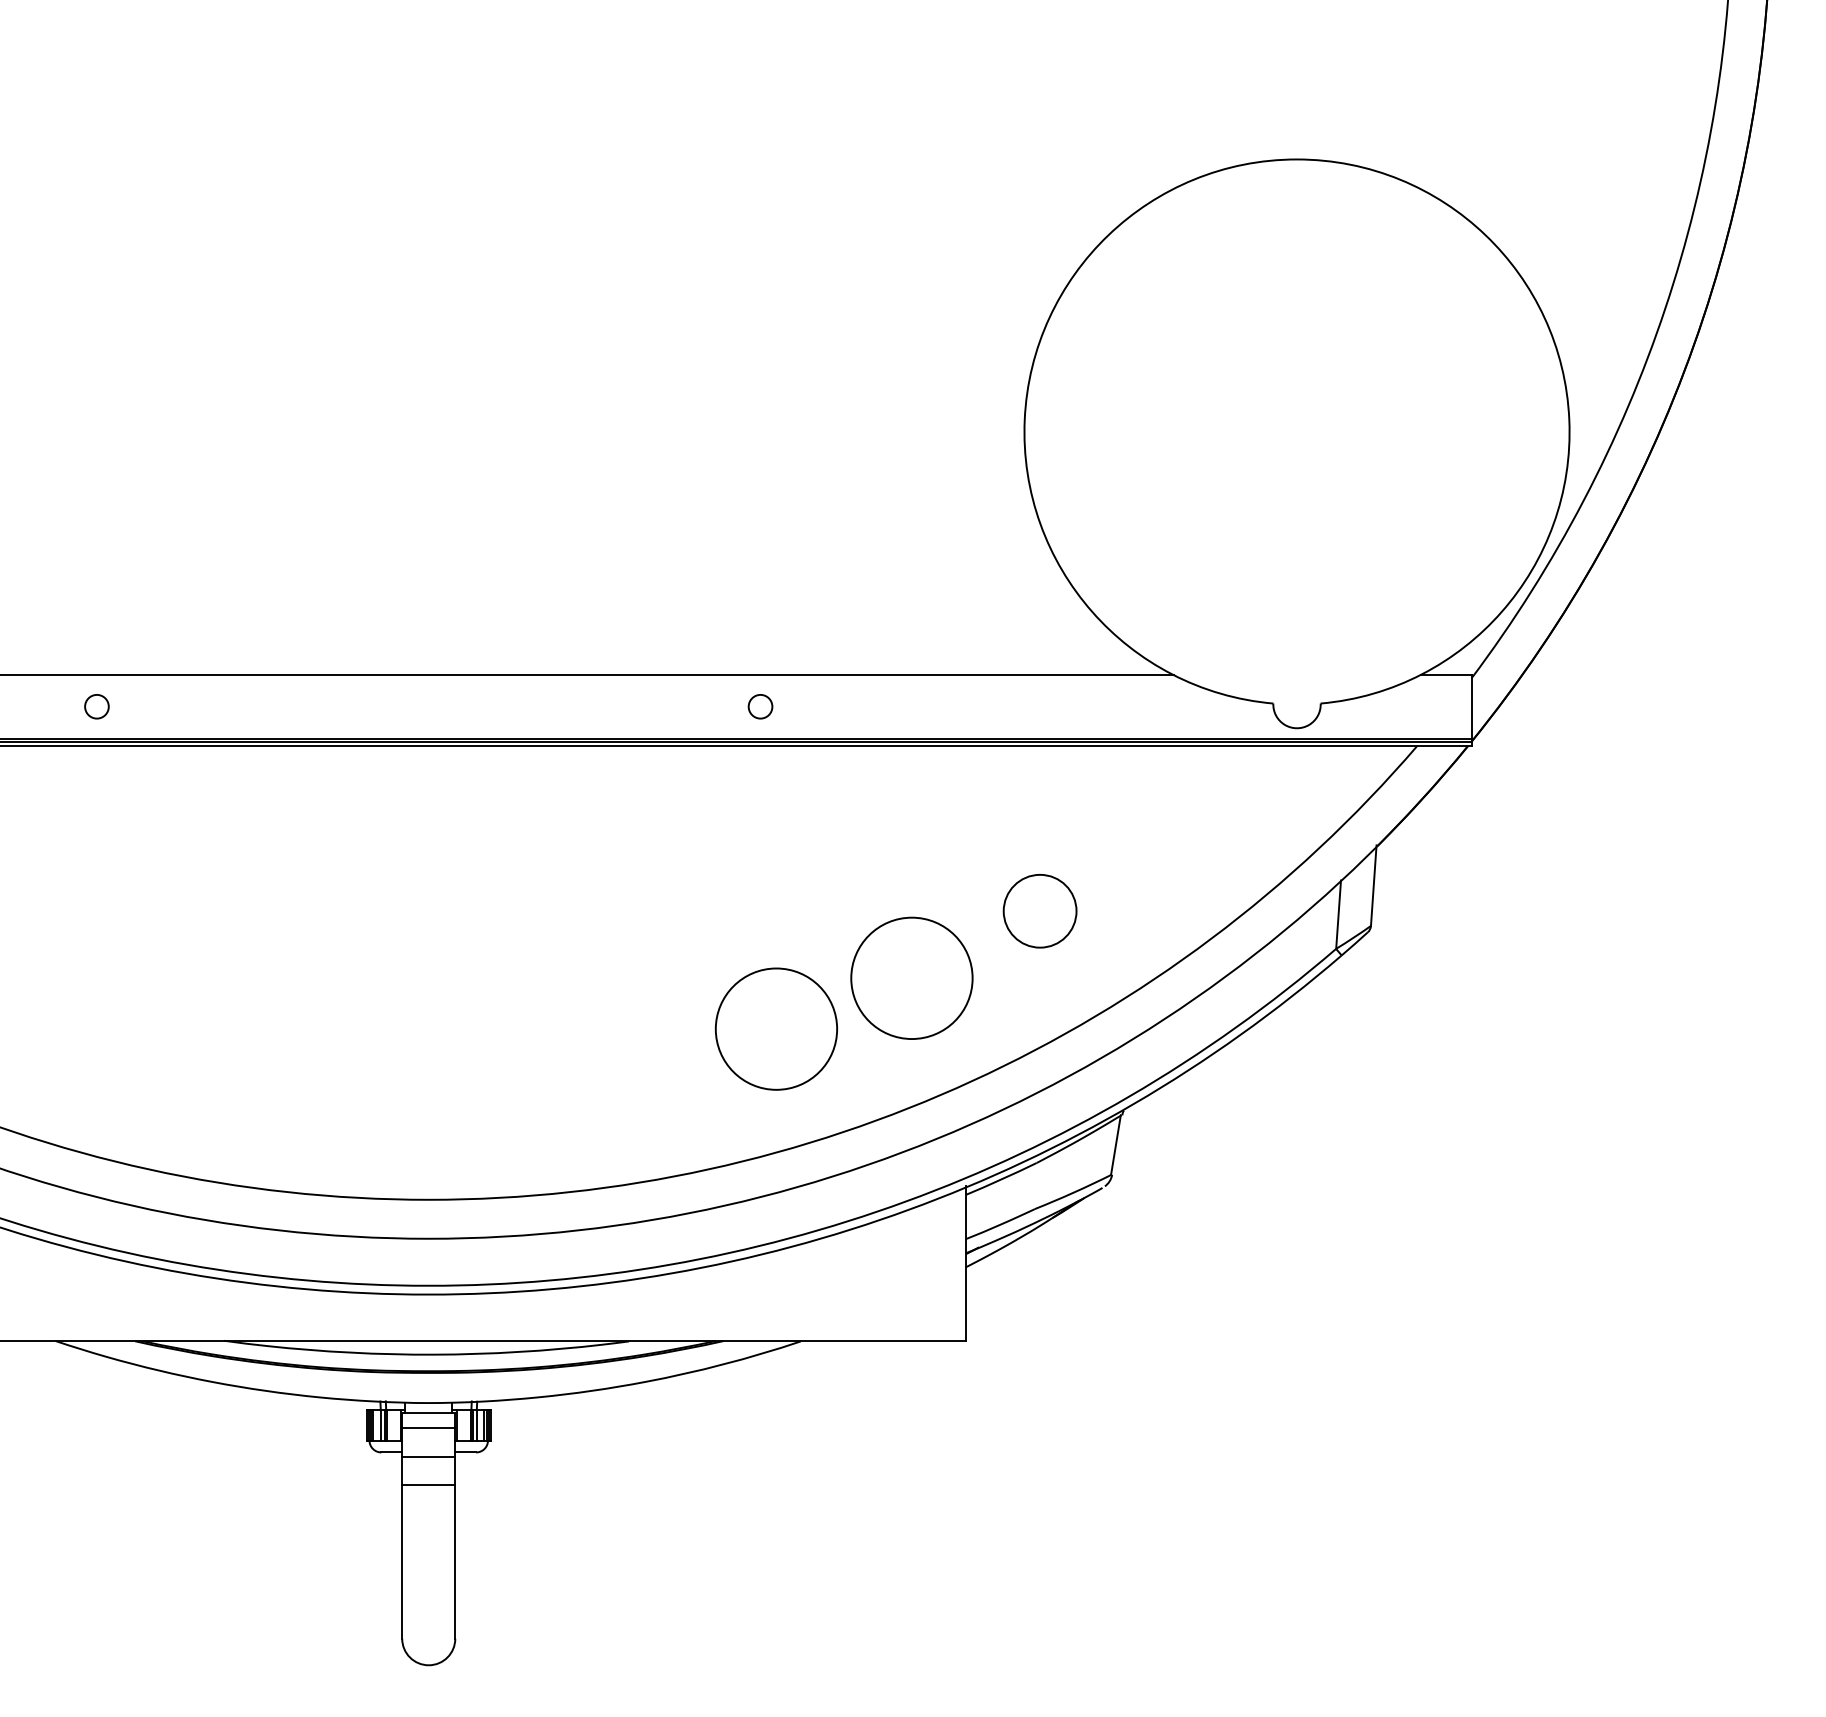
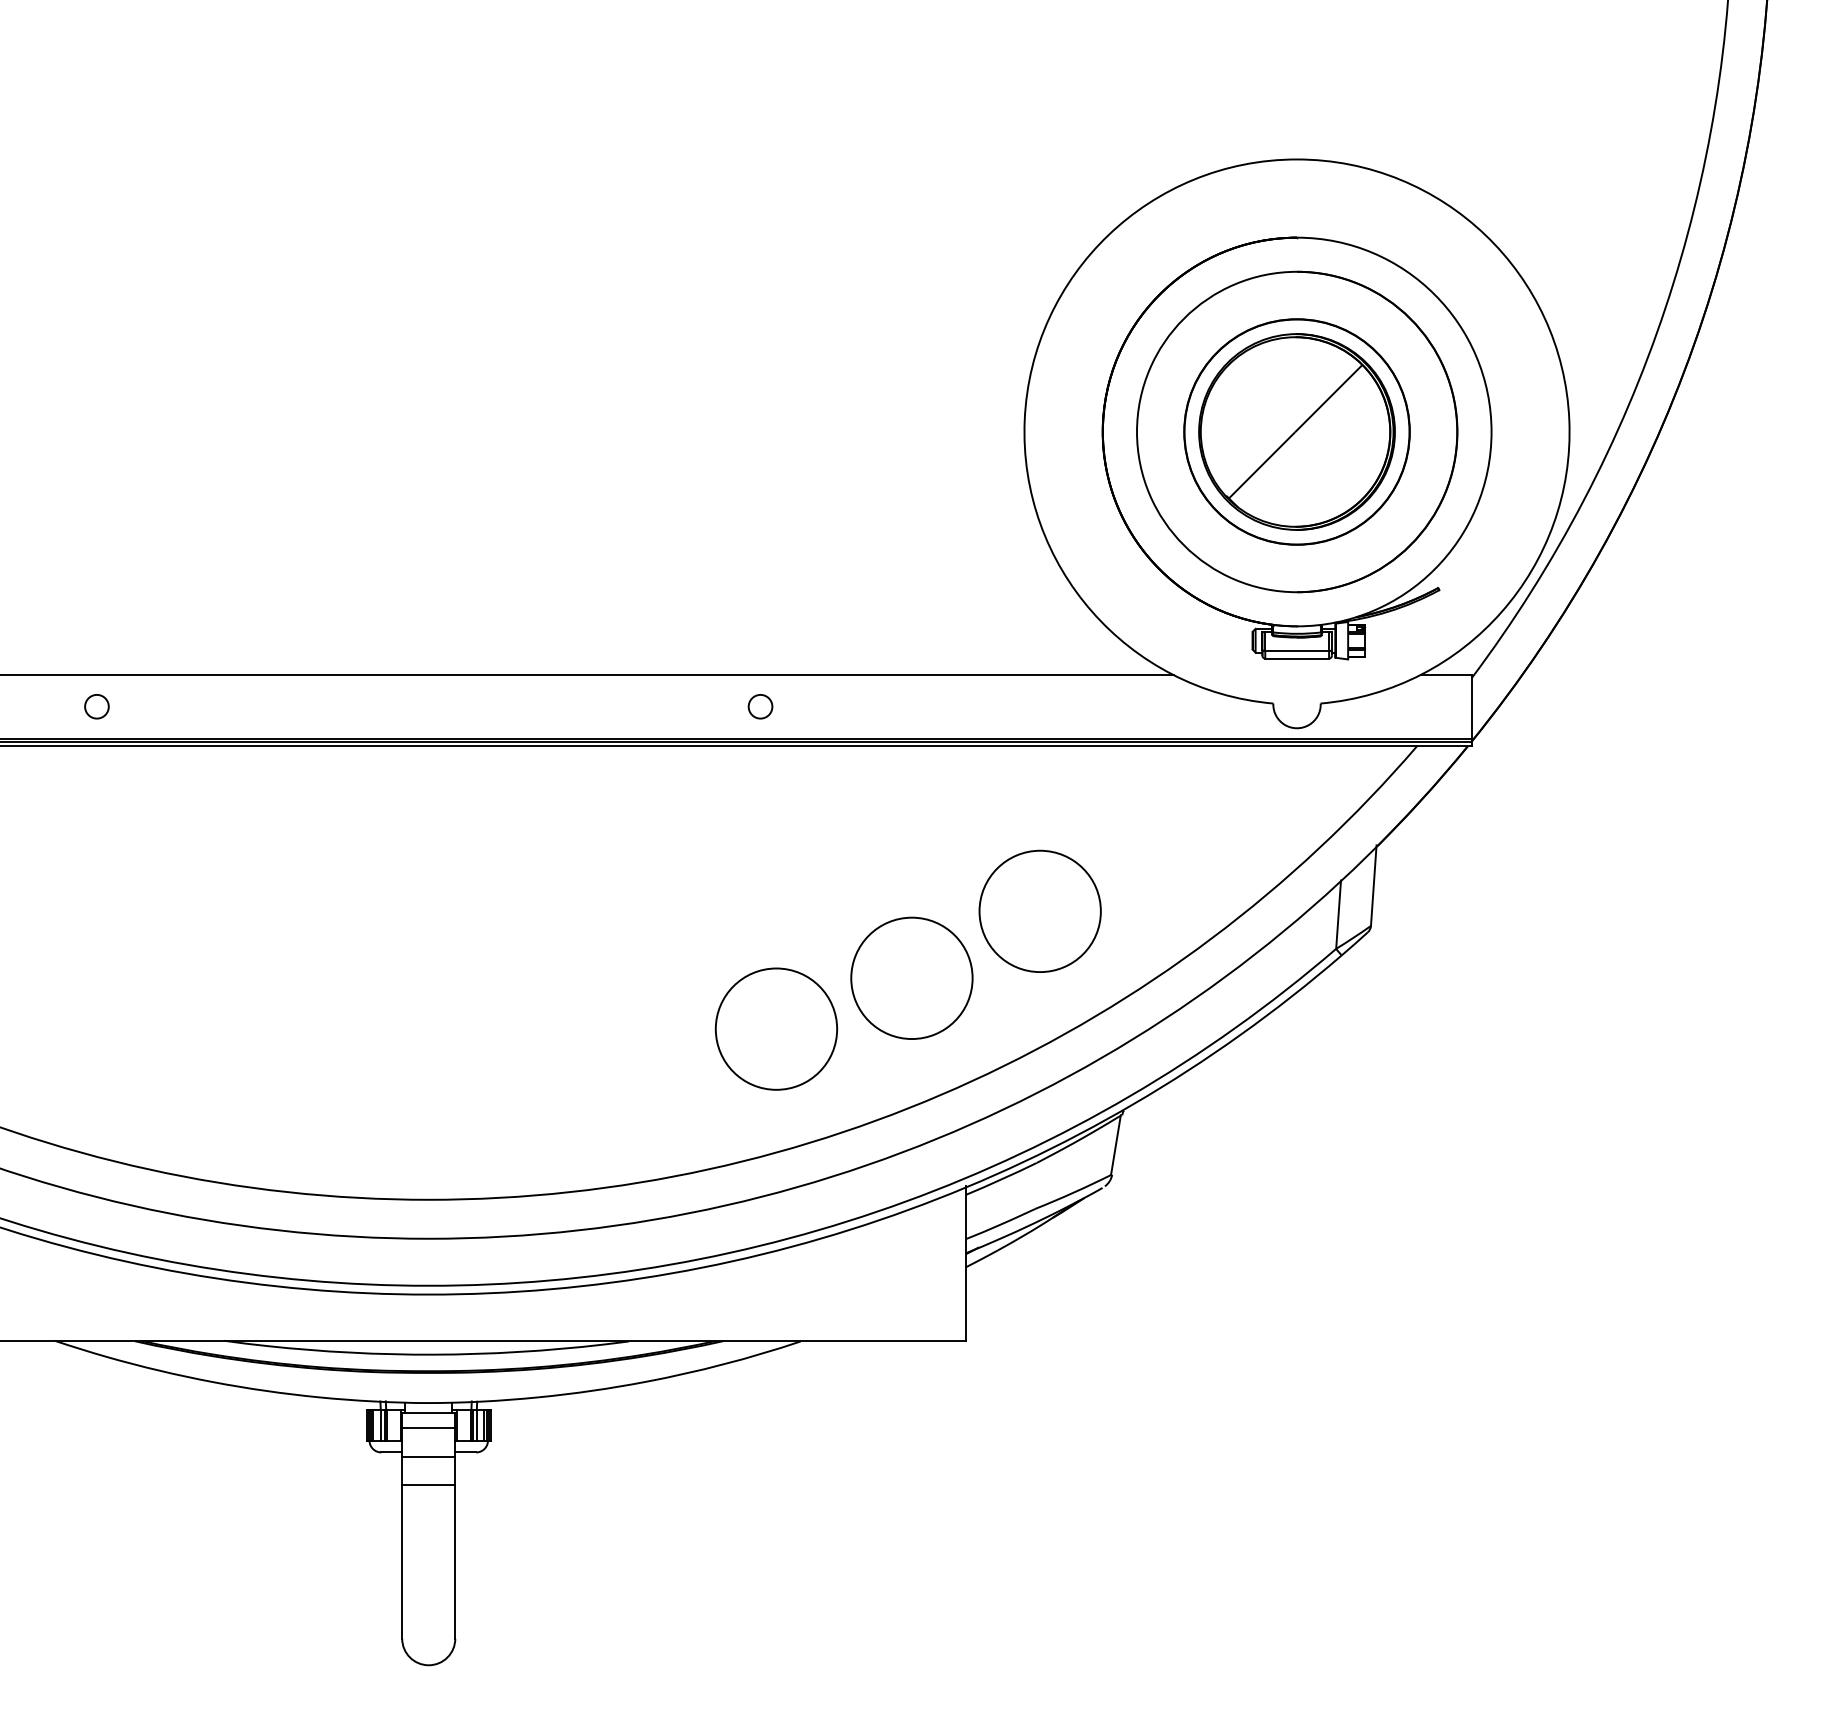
part at (1296, 448): none -> present
part at (1039, 911) size: 76x75 px -> 124x124 px
